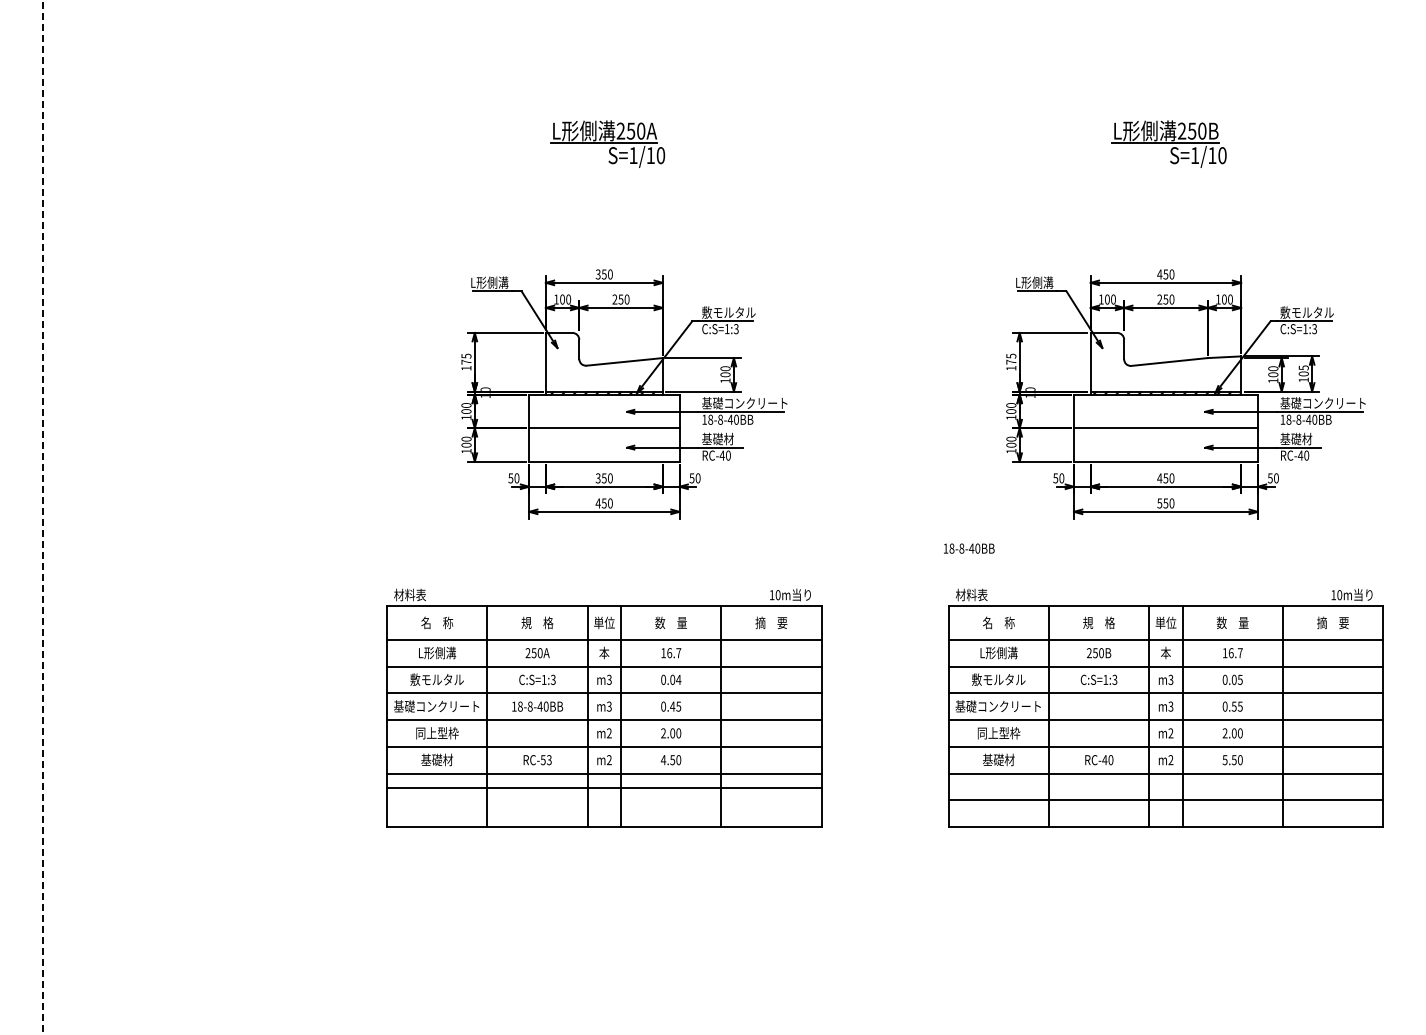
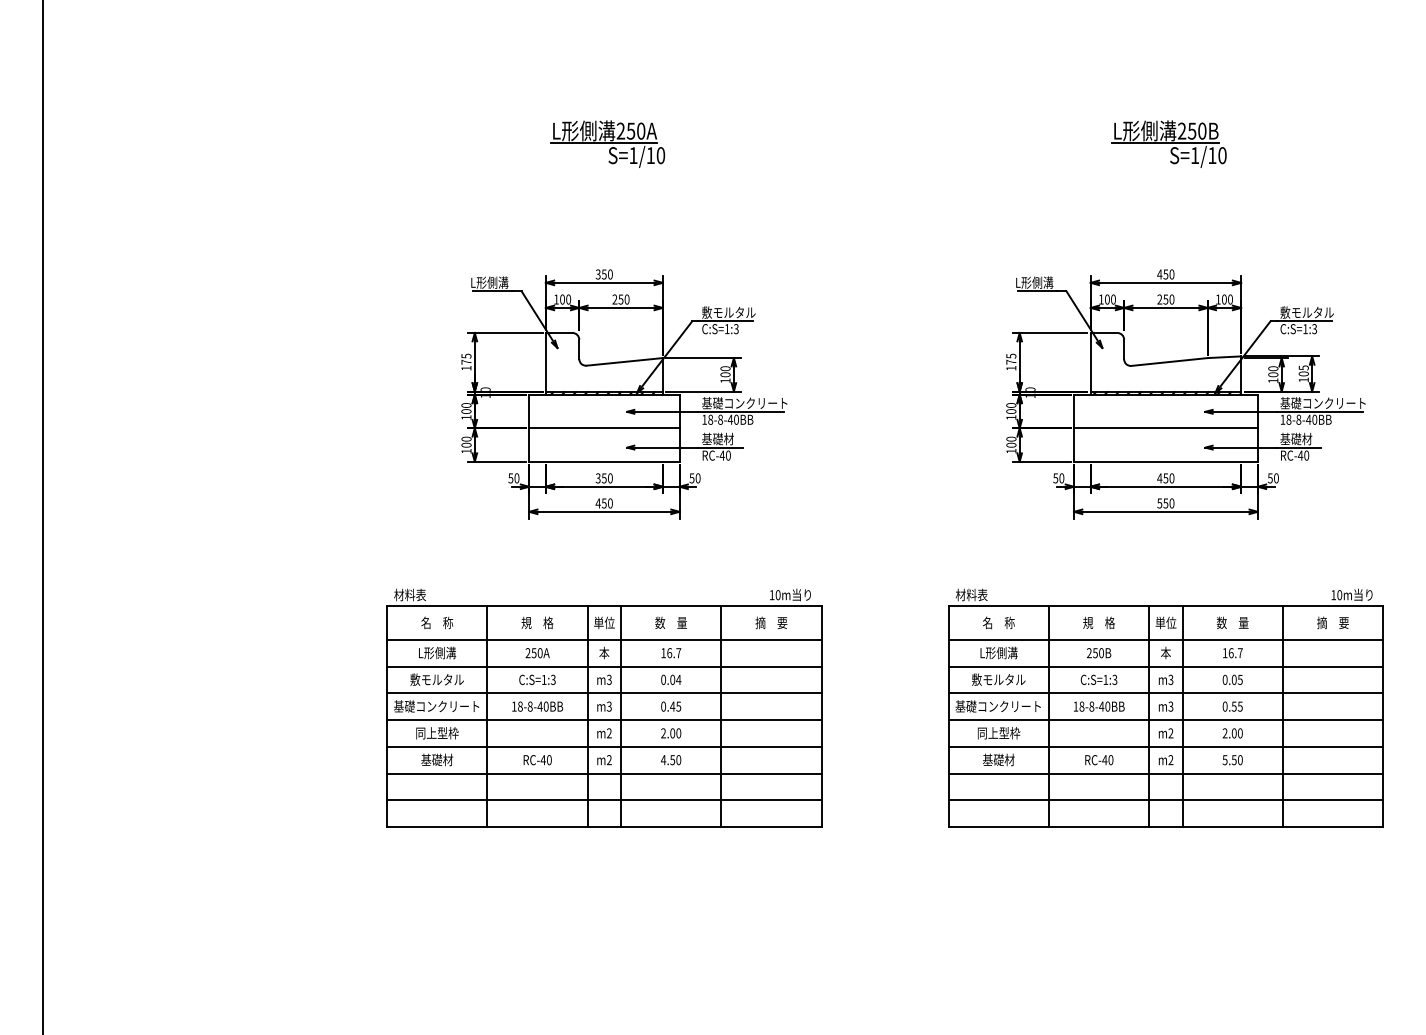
line at (42, 517): dashed -> solid
text at (969, 548) position: (969, 548) -> (1099, 706)
text at (545, 760): RC-53 -> RC-40
line at (604, 788) position: (604, 788) -> (604, 800)
